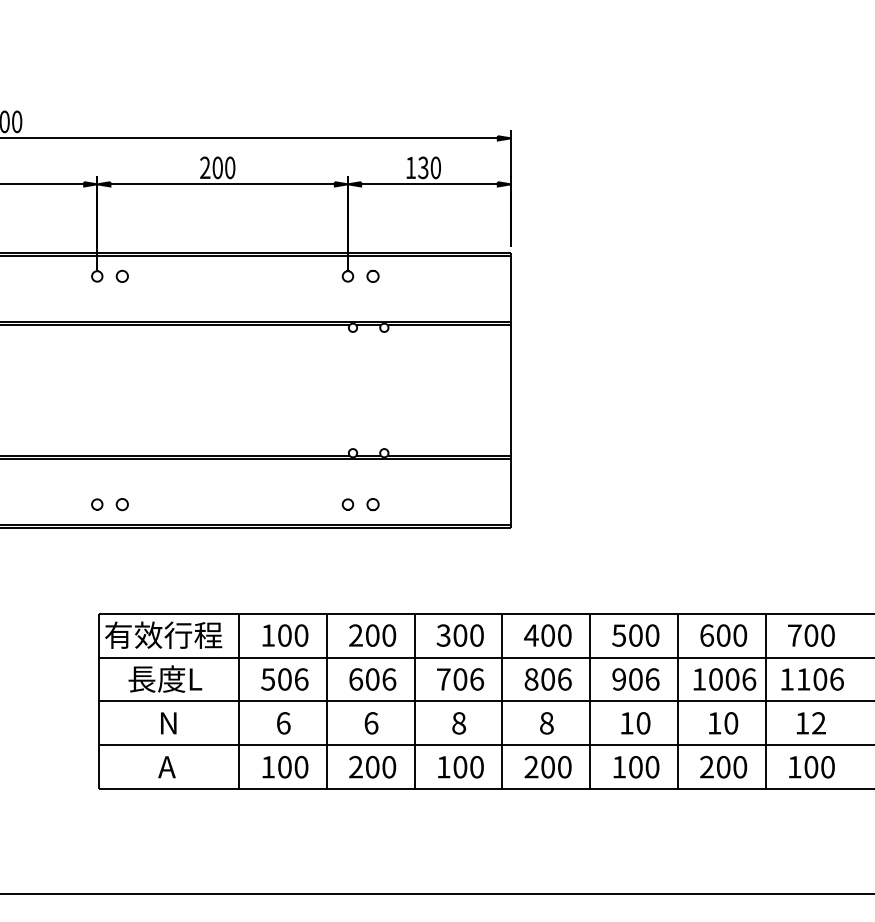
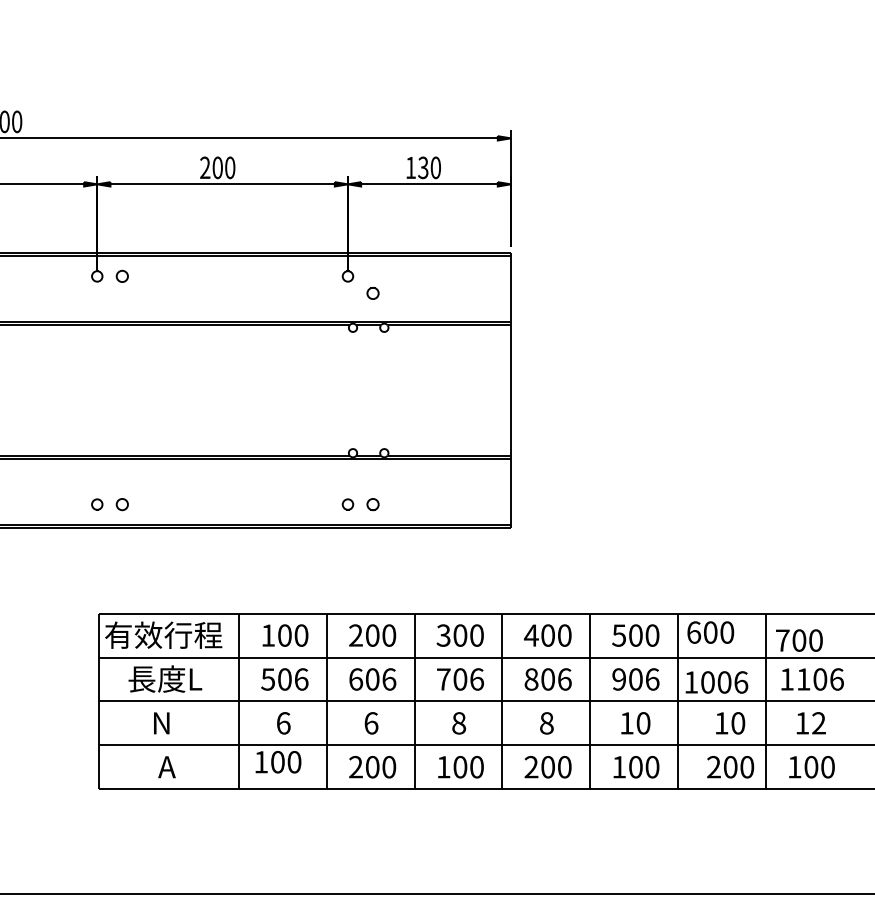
part at (372, 275) position: (372, 275) -> (372, 292)
text at (723, 635) position: (723, 635) -> (710, 632)
text at (811, 635) position: (811, 635) -> (799, 640)
text at (724, 679) position: (724, 679) -> (716, 682)
text at (168, 723) position: (168, 723) -> (161, 723)
text at (723, 723) position: (723, 723) -> (730, 723)
text at (285, 767) position: (285, 767) -> (278, 762)
text at (723, 767) position: (723, 767) -> (730, 767)
